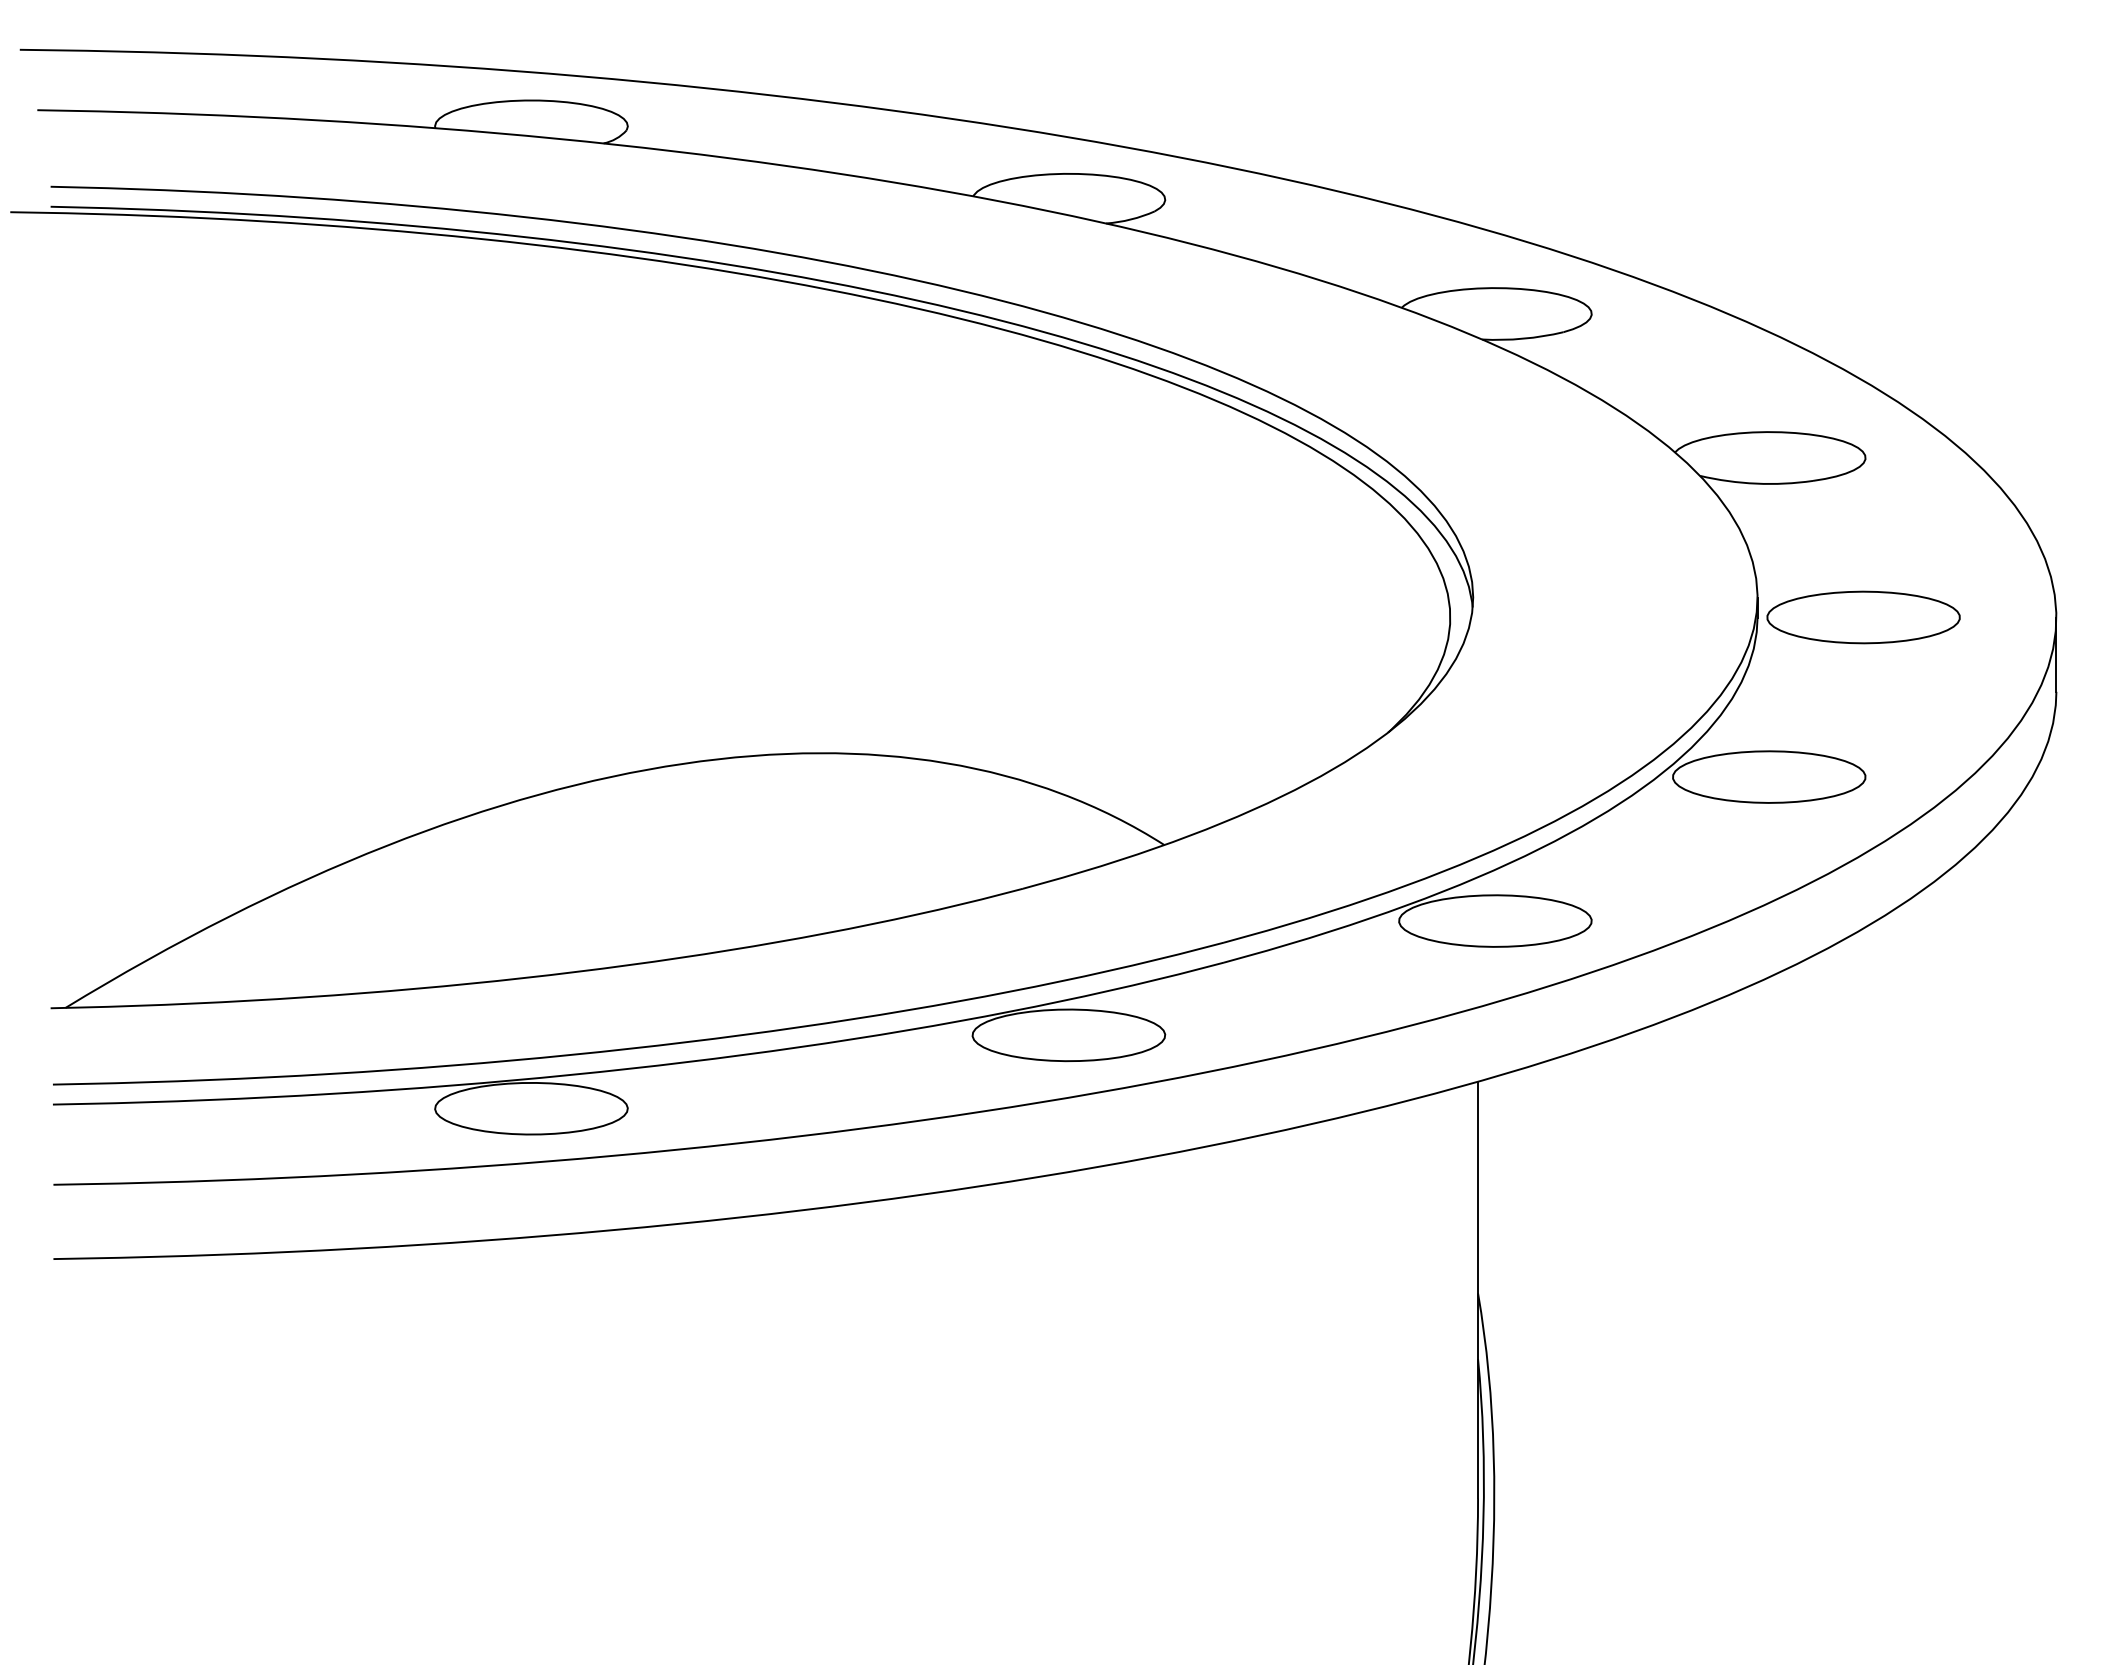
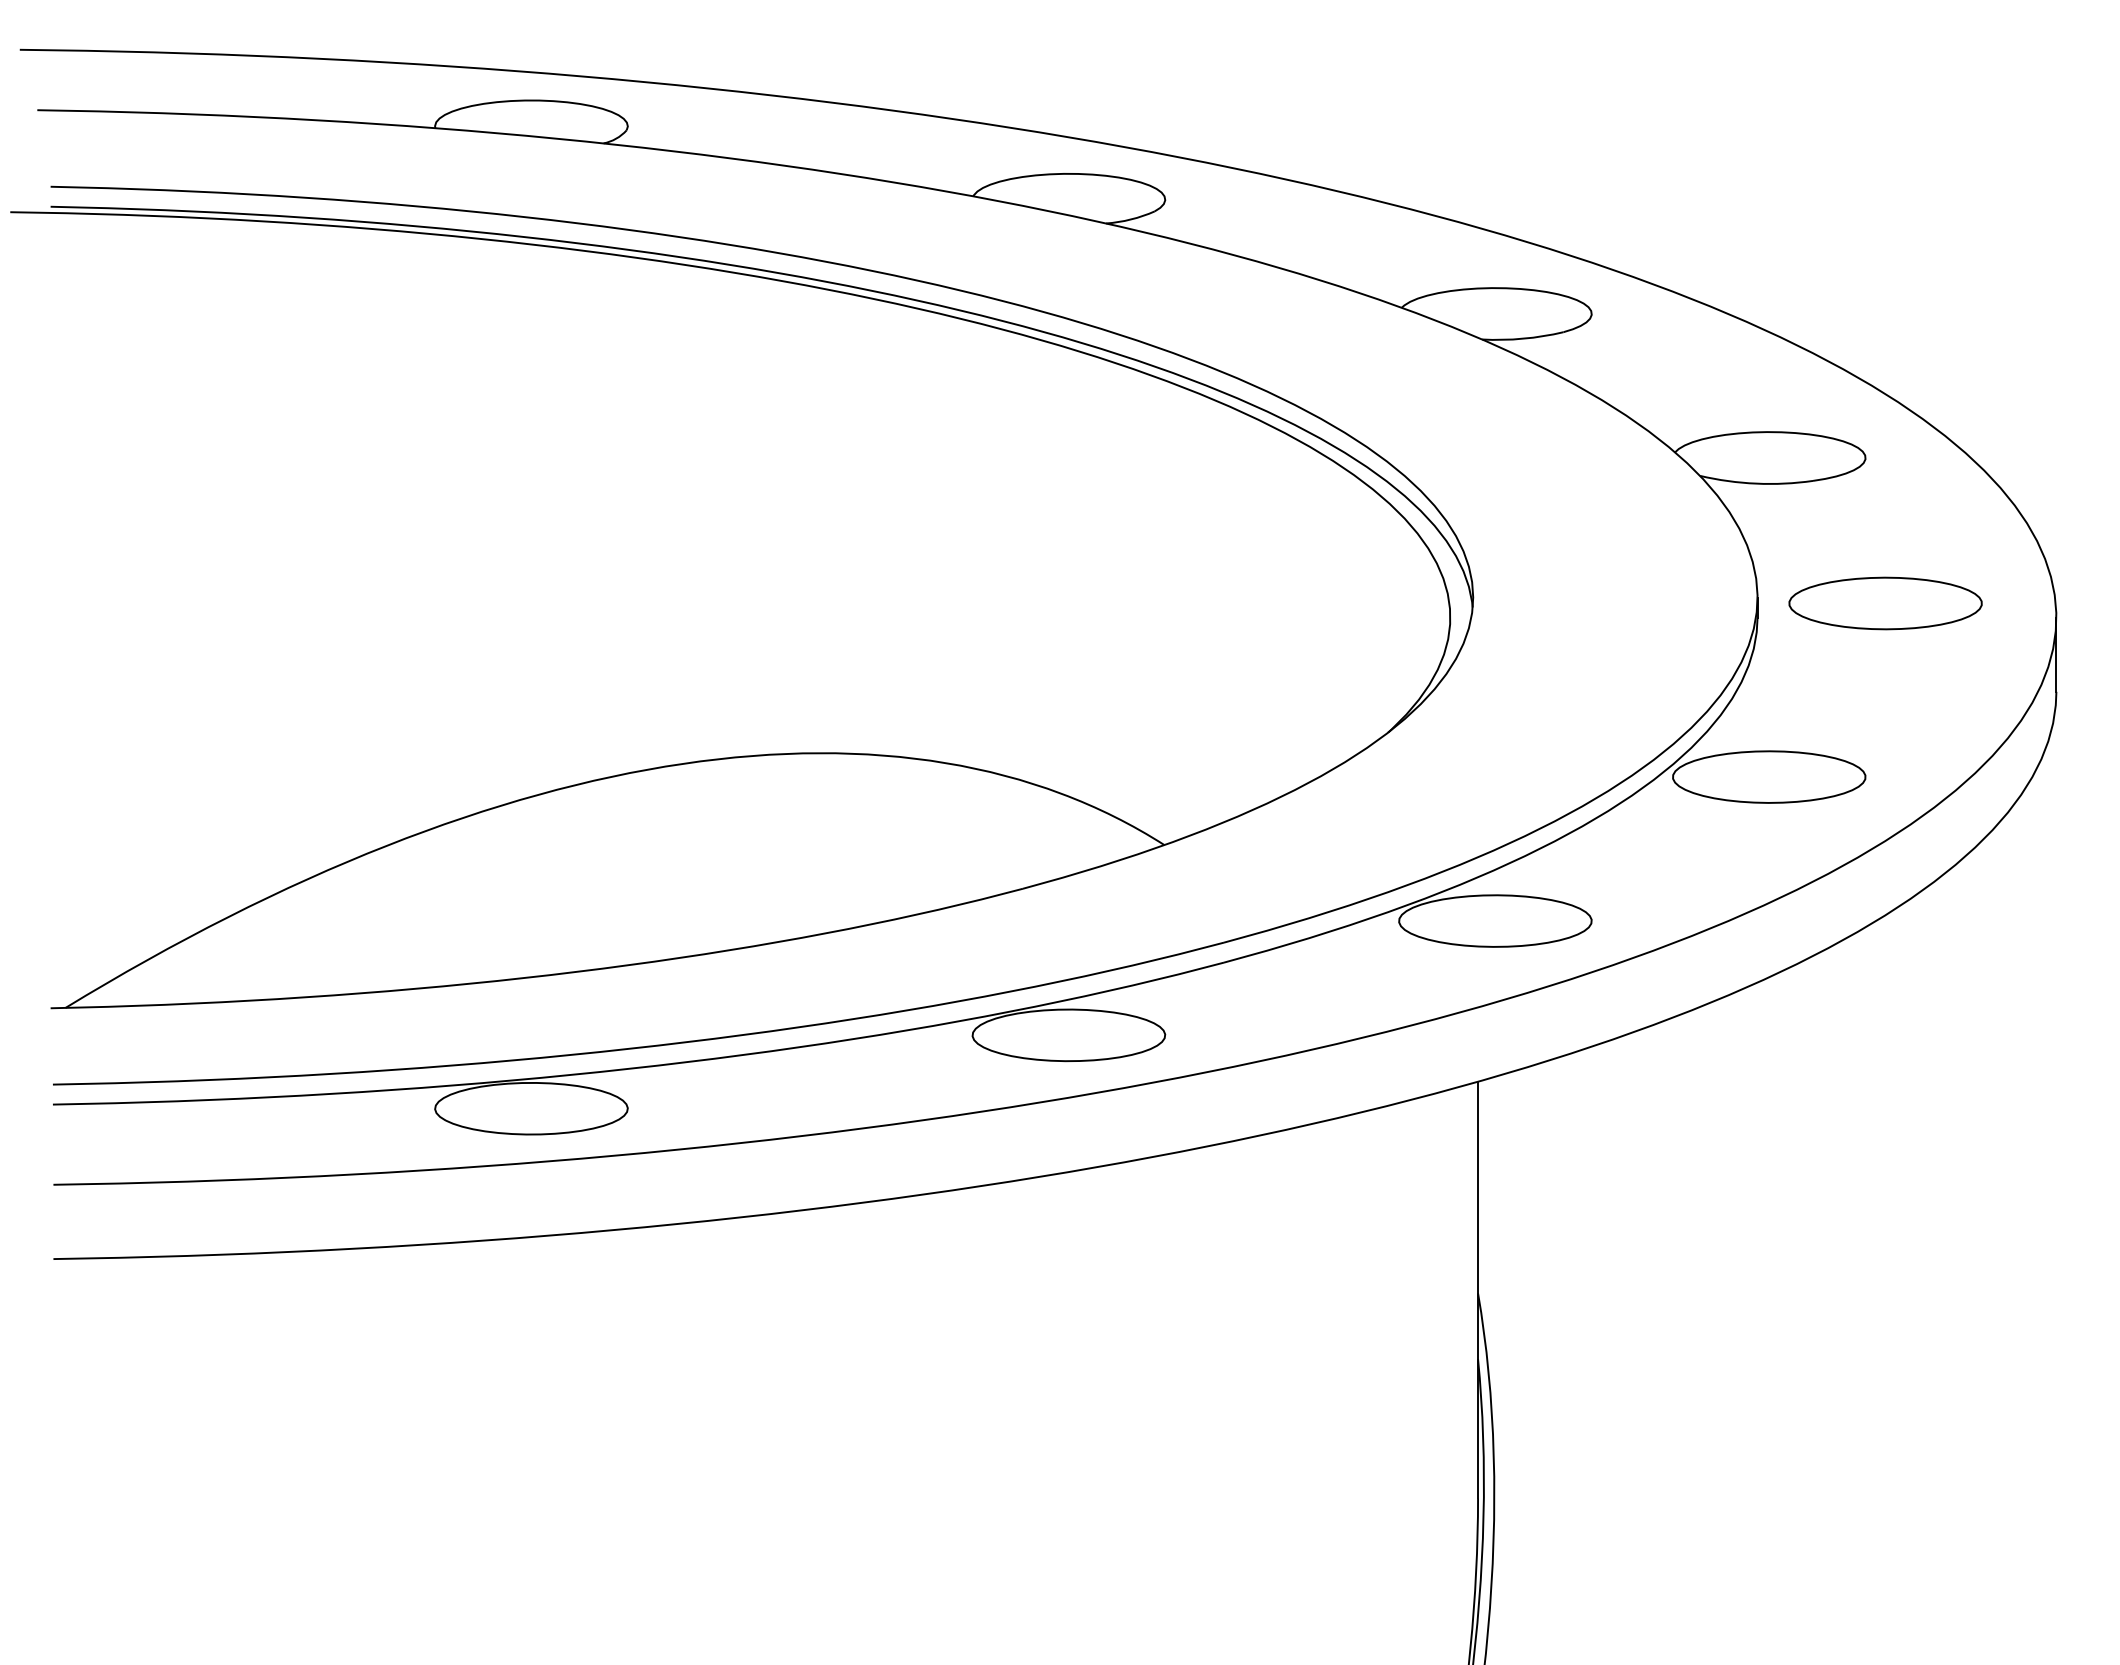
part at (1863, 617) position: (1863, 617) -> (1885, 603)
